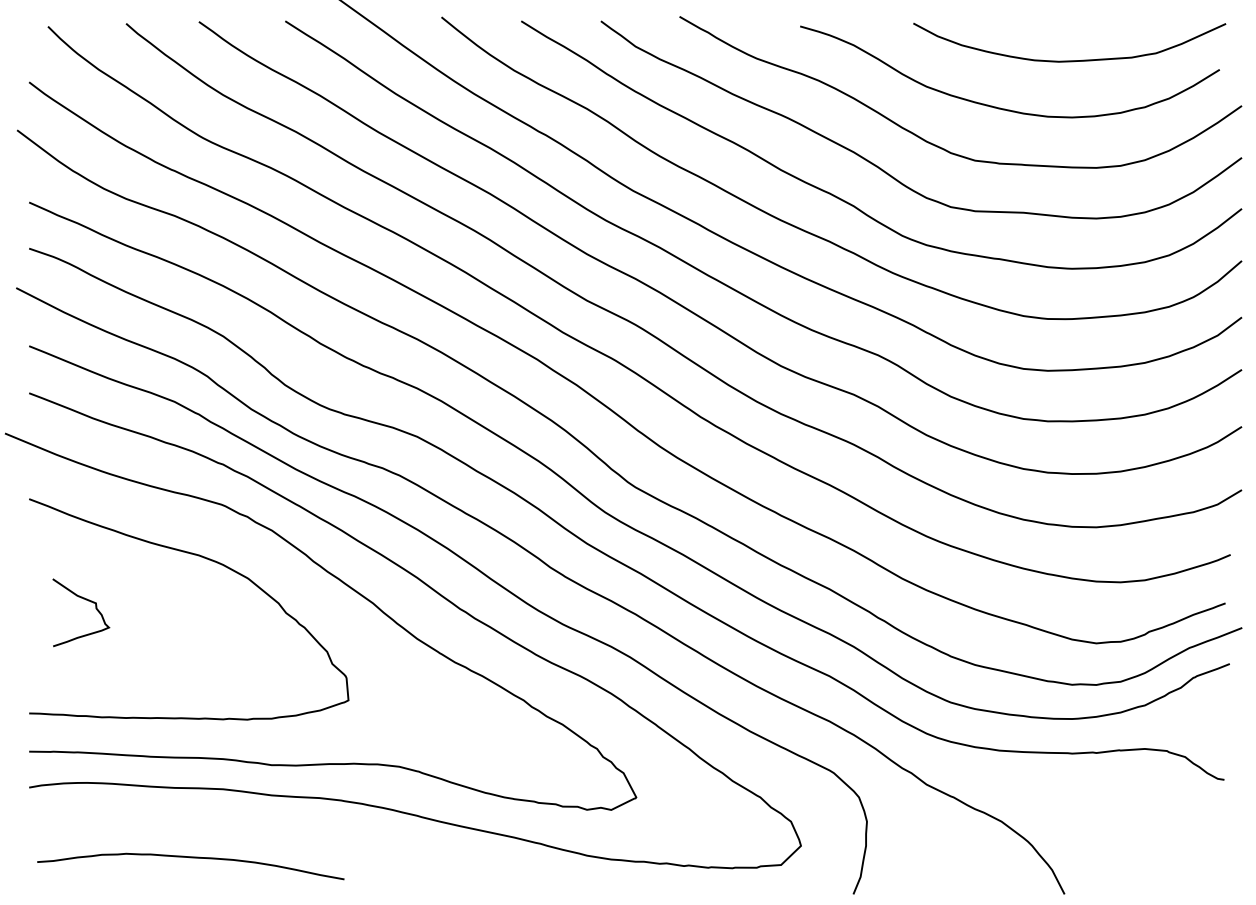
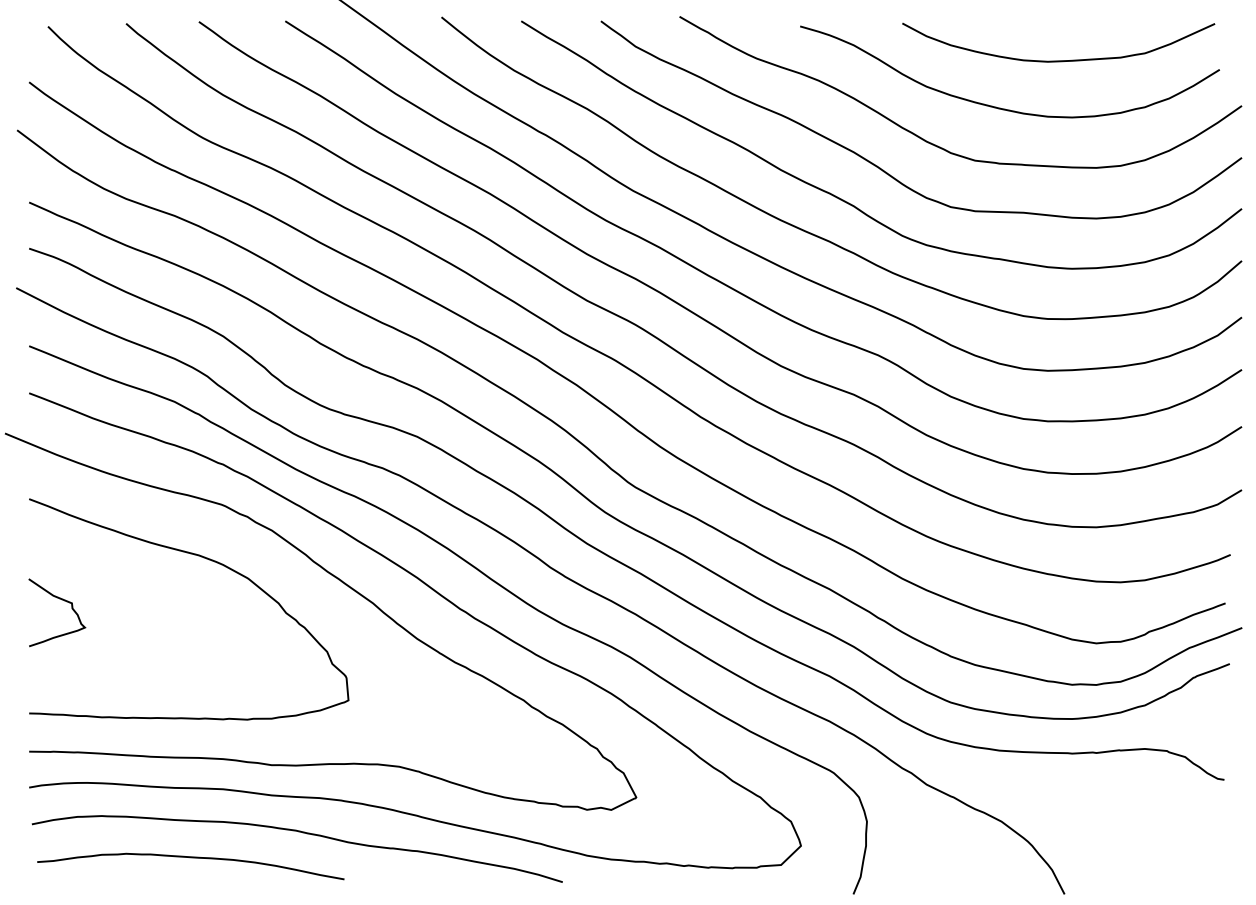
curve at (1069, 60) position: (1069, 60) -> (1058, 60)
curve at (86, 600) position: (86, 600) -> (62, 600)
curve at (298, 832): none -> present
